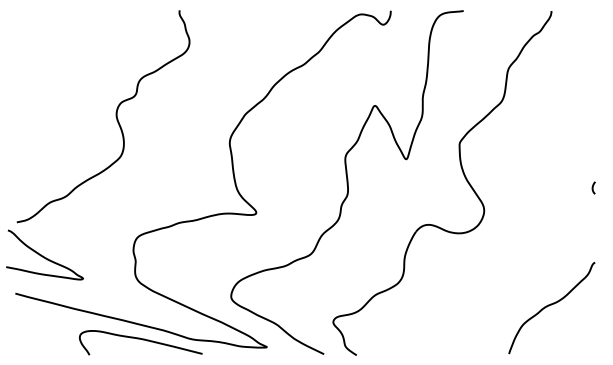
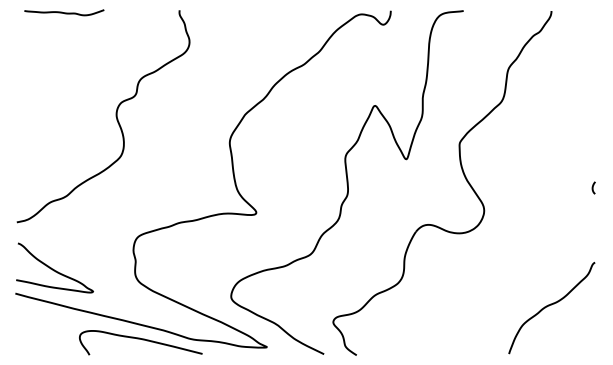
curve at (64, 12): none -> present
curve at (43, 255) position: (43, 255) -> (53, 268)
